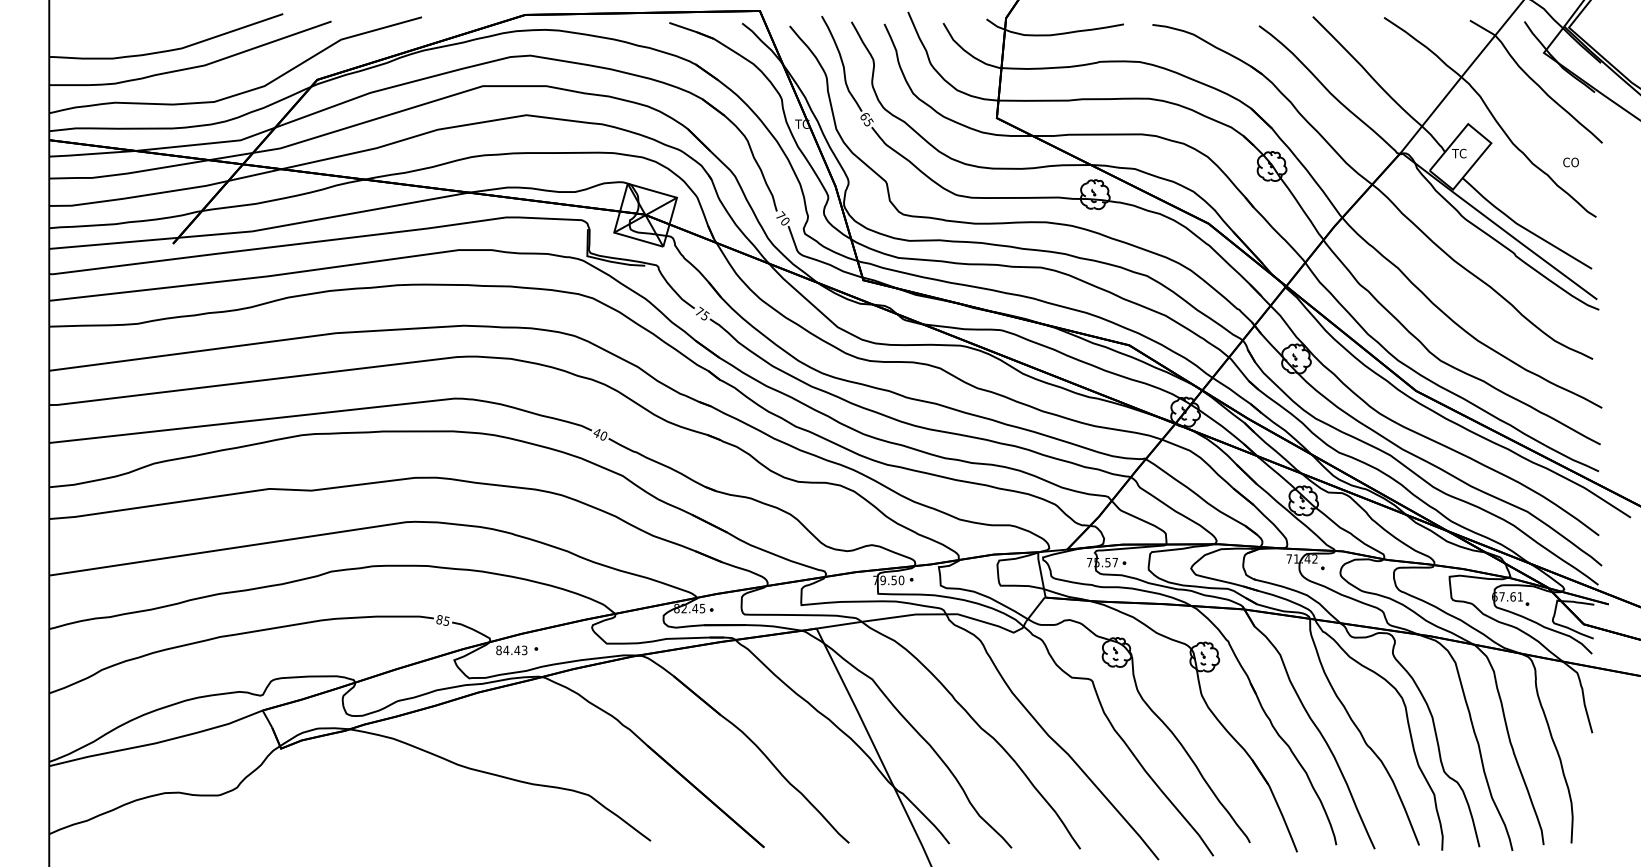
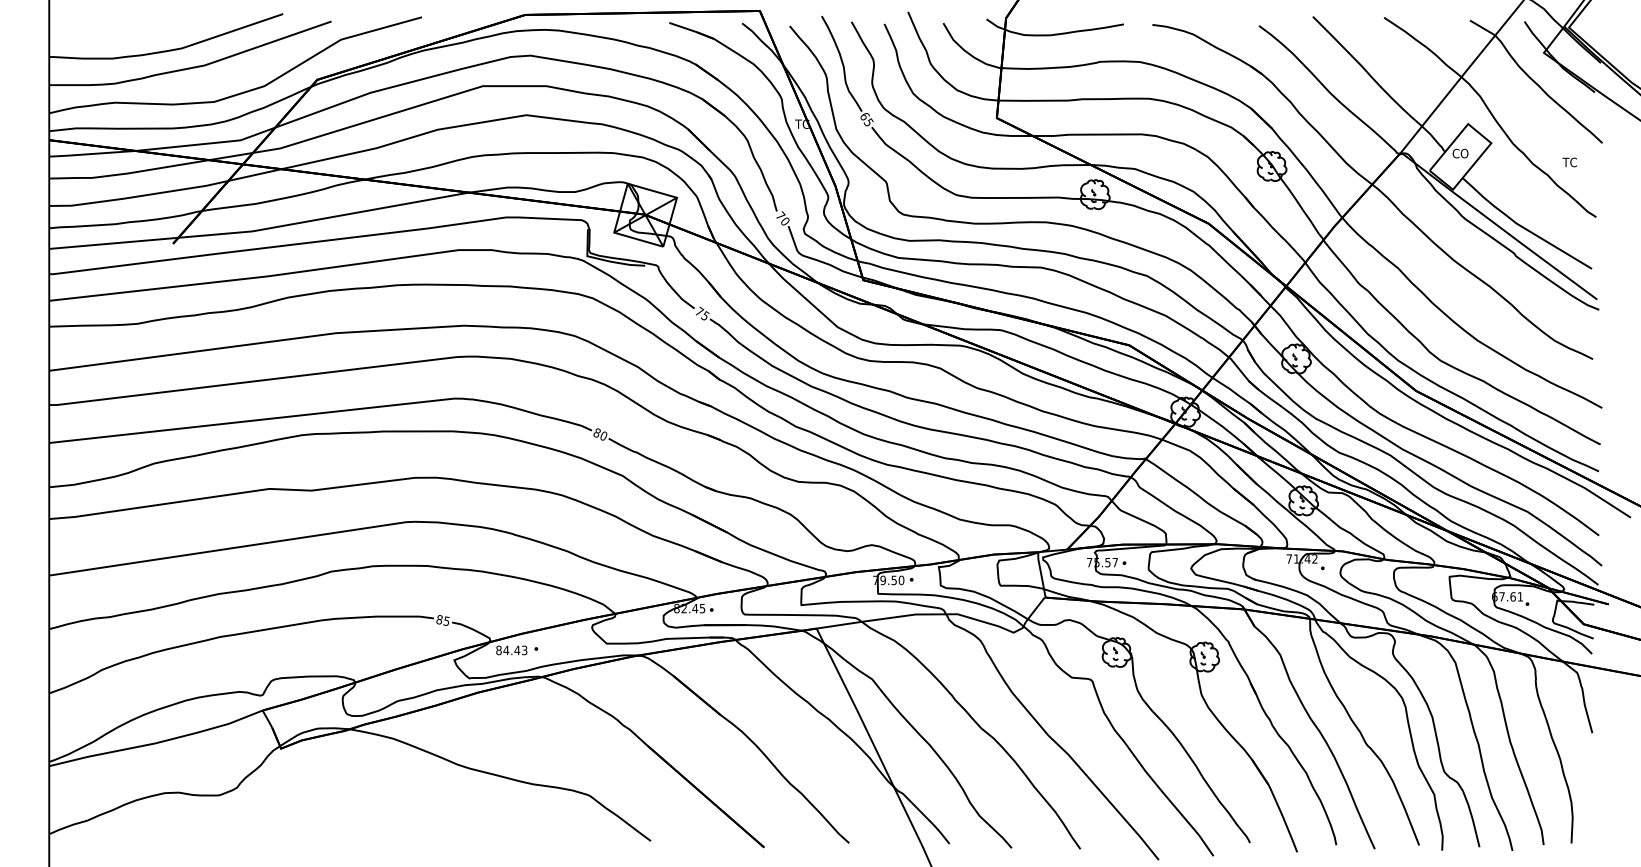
text at (1460, 153): TC -> CO
text at (1570, 162): CO -> TC
text at (596, 432): 40 -> 80
